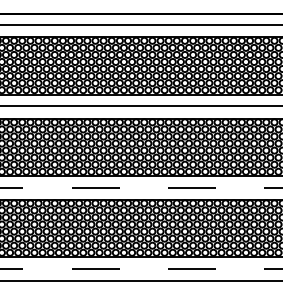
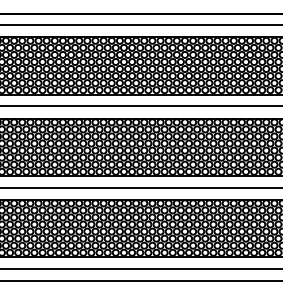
line at (141, 187): dashed -> solid
line at (141, 268): dashed -> solid
